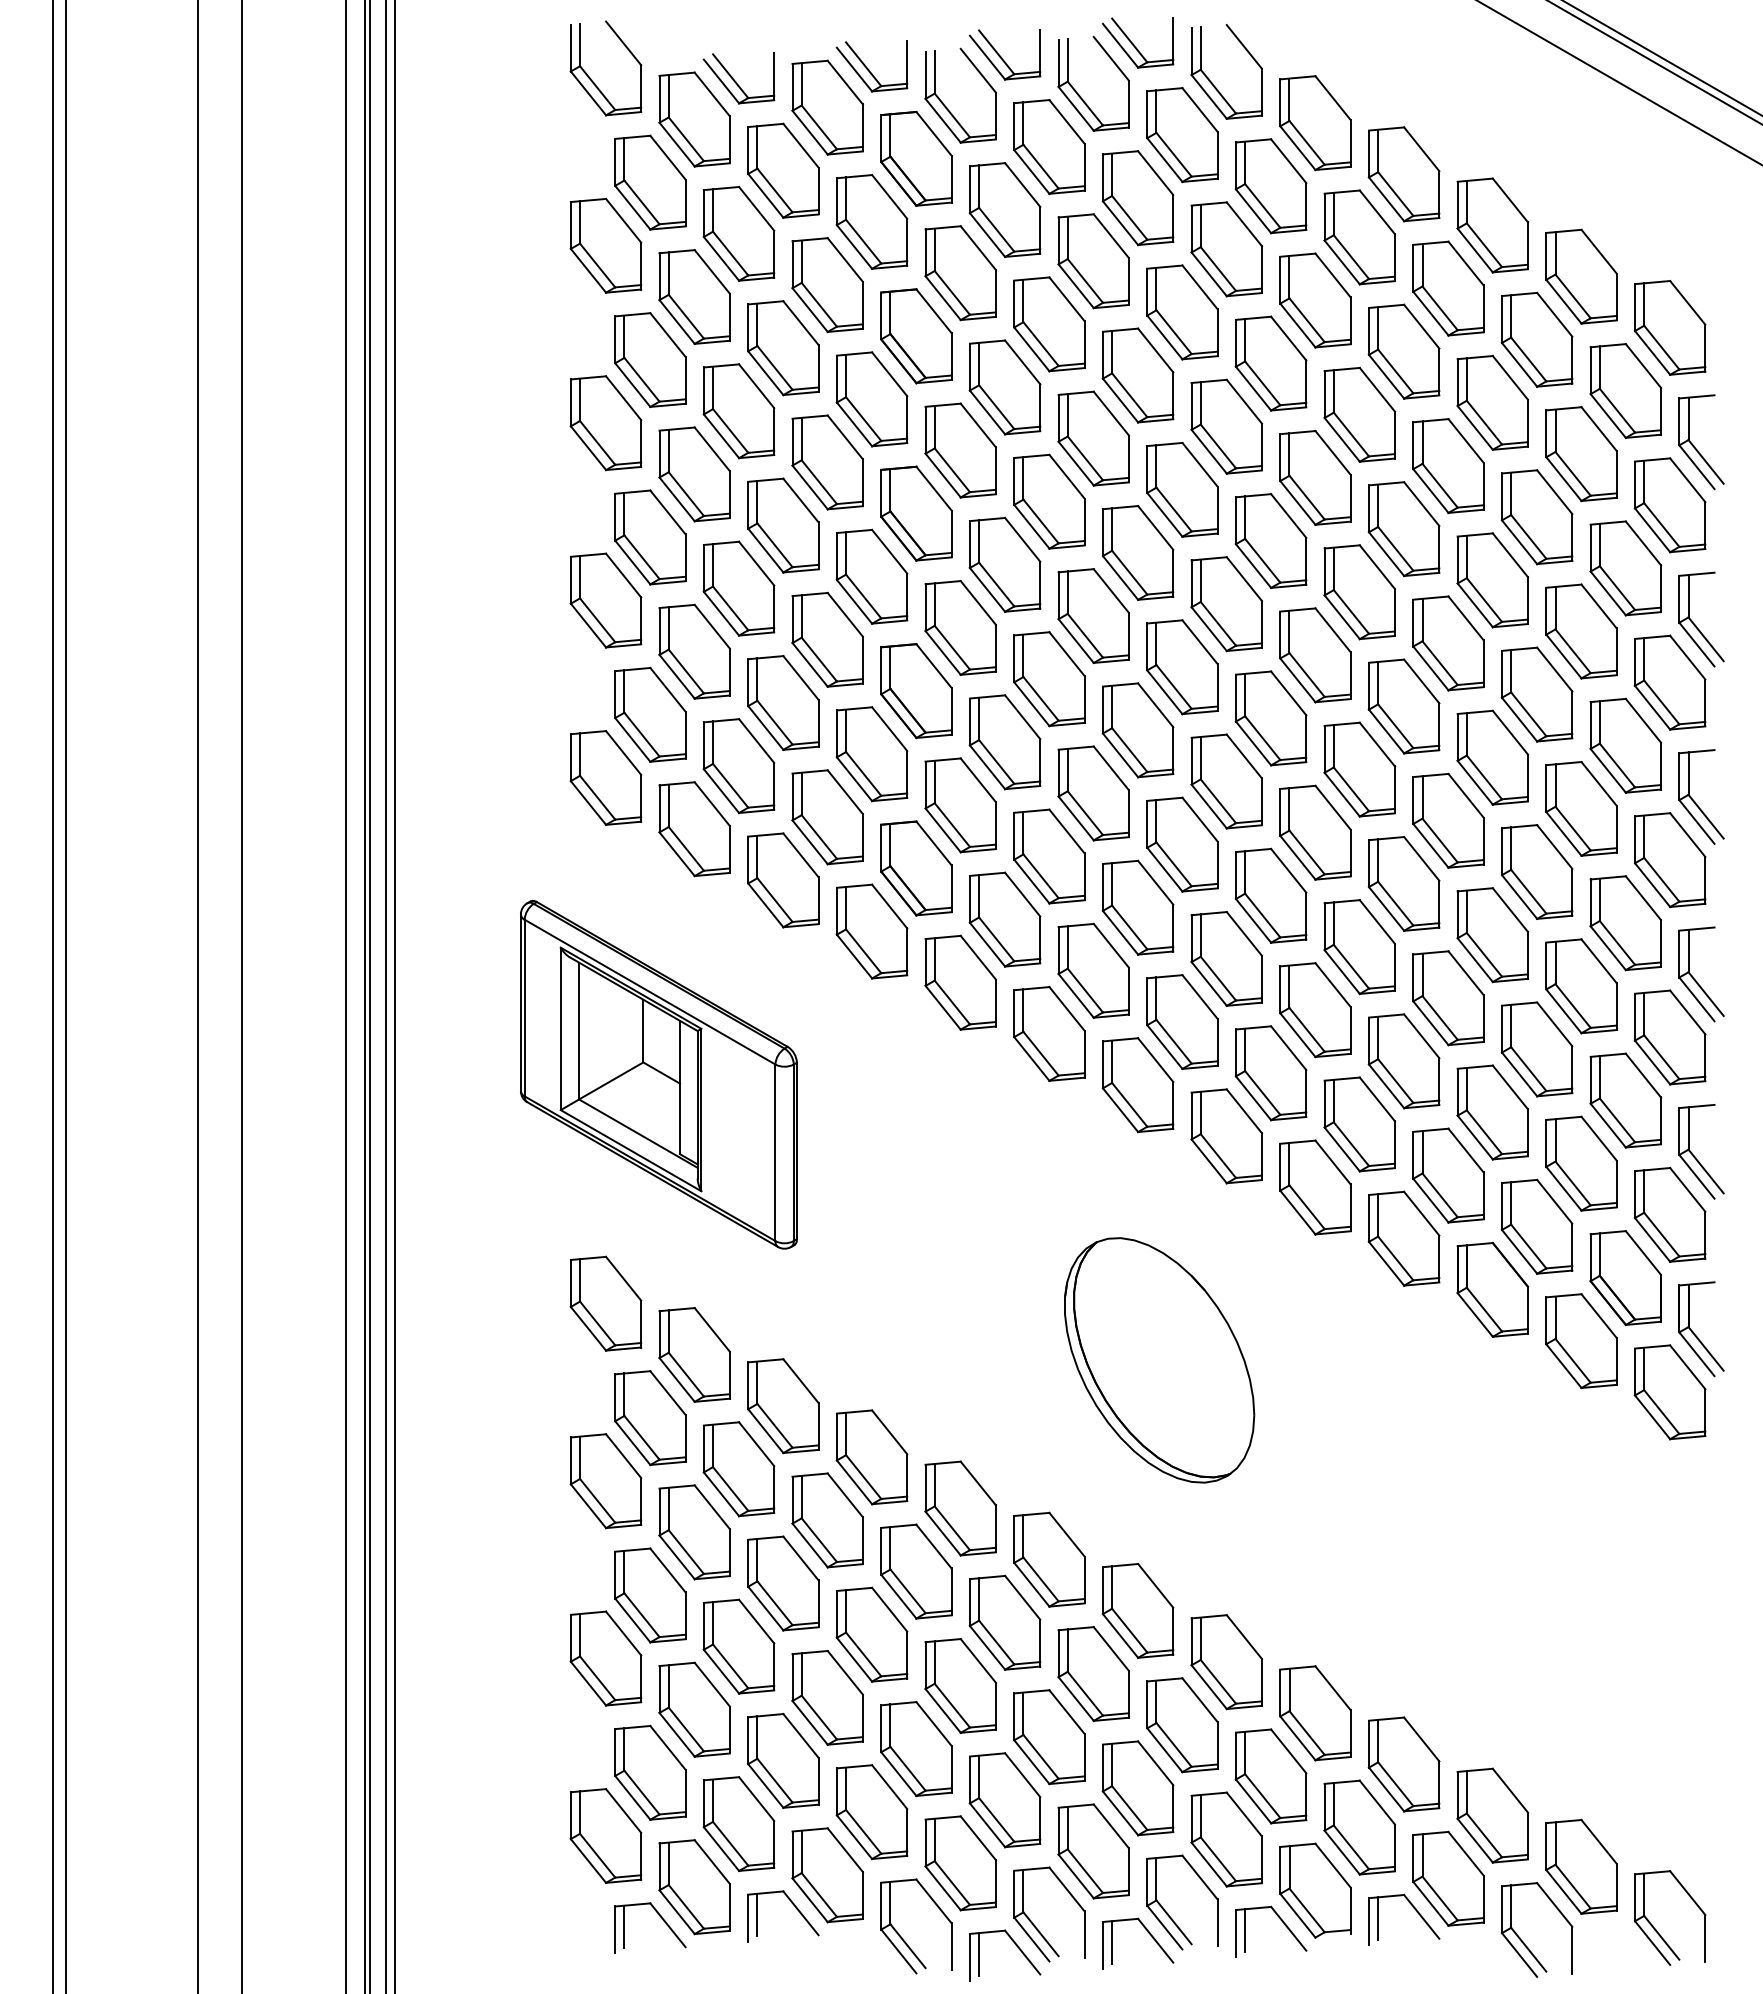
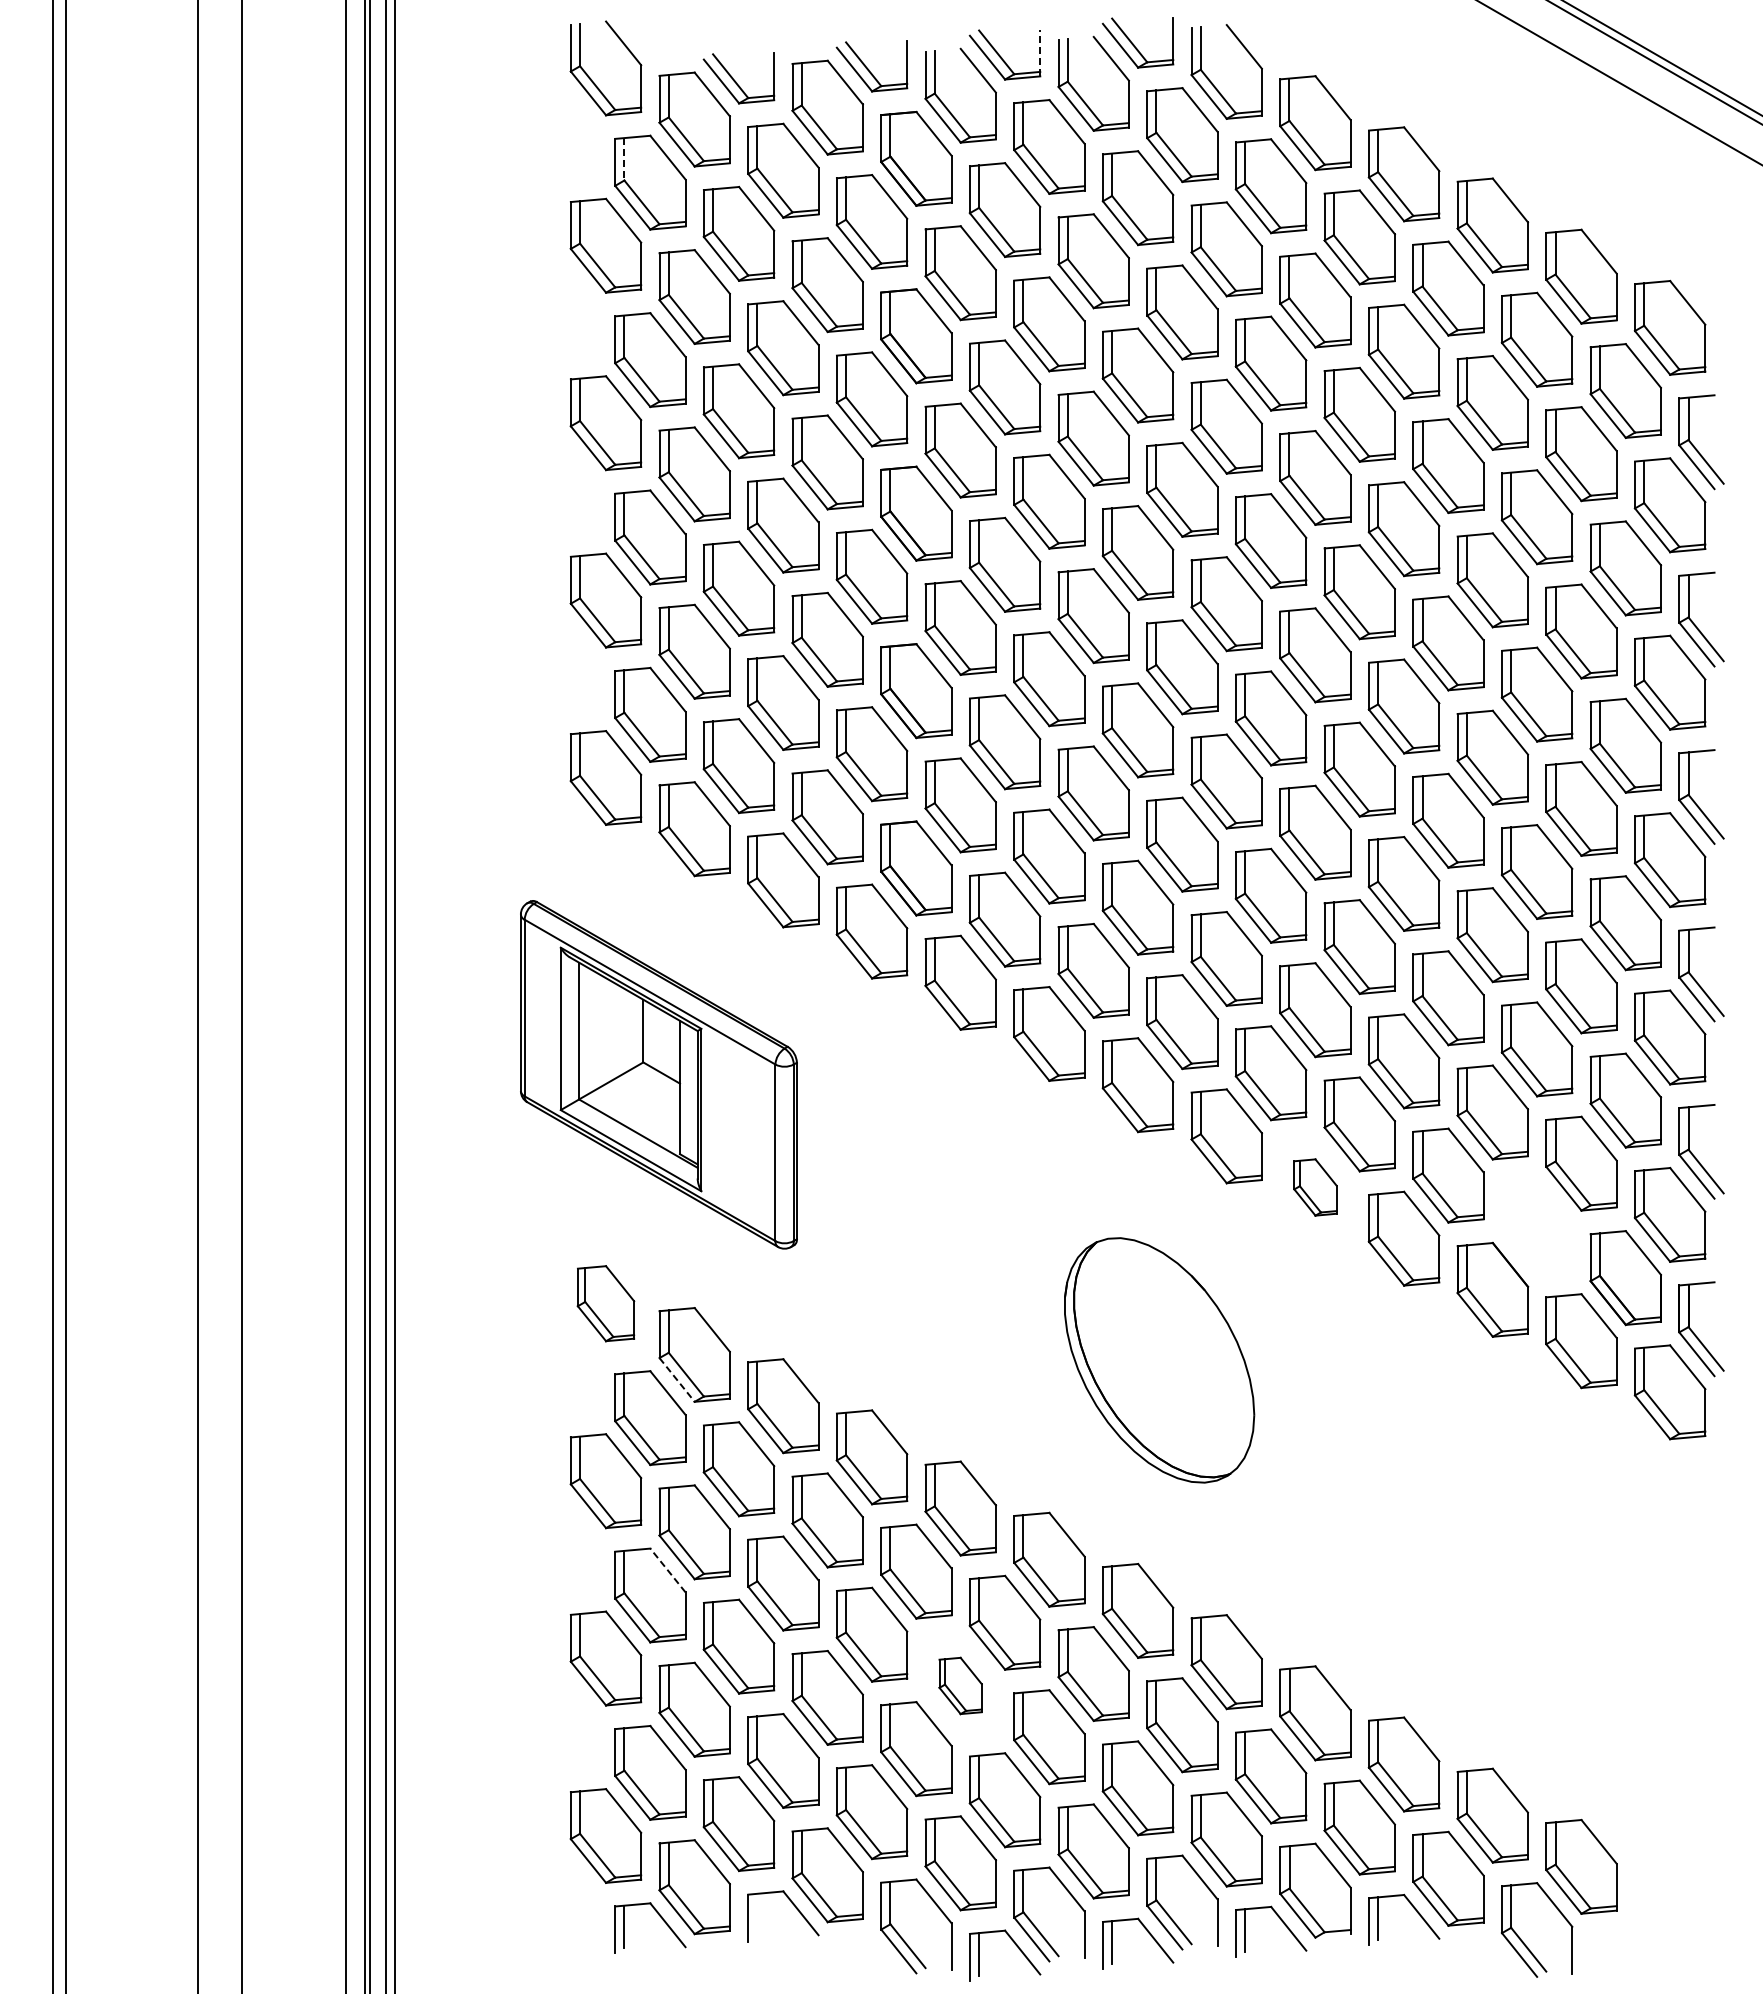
line at (1040, 52): solid -> dashed
line at (624, 159): solid -> dashed
part at (1315, 1187) size: 73x97 px -> 45x59 px
part at (1536, 1226): present -> none
part at (605, 1303) size: 74x97 px -> 60x78 px
line at (677, 1380): solid -> dashed
line at (667, 1570): solid -> dashed
part at (960, 1685) size: 73x96 px -> 45x60 px
line at (757, 1914): present -> none
part at (1657, 1930): present -> none
